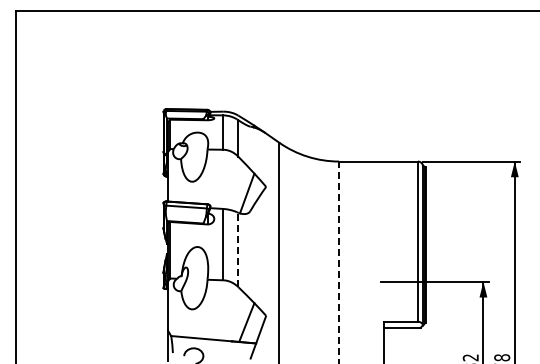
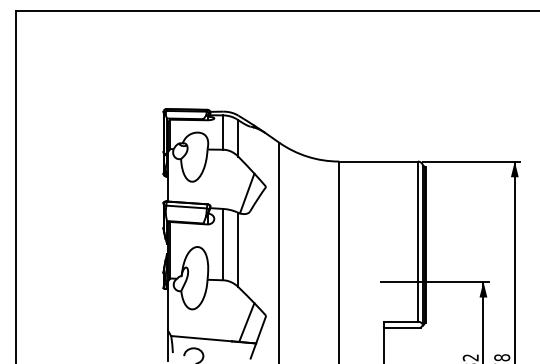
line at (238, 249): dashed -> solid
line at (339, 262): dashed -> solid
